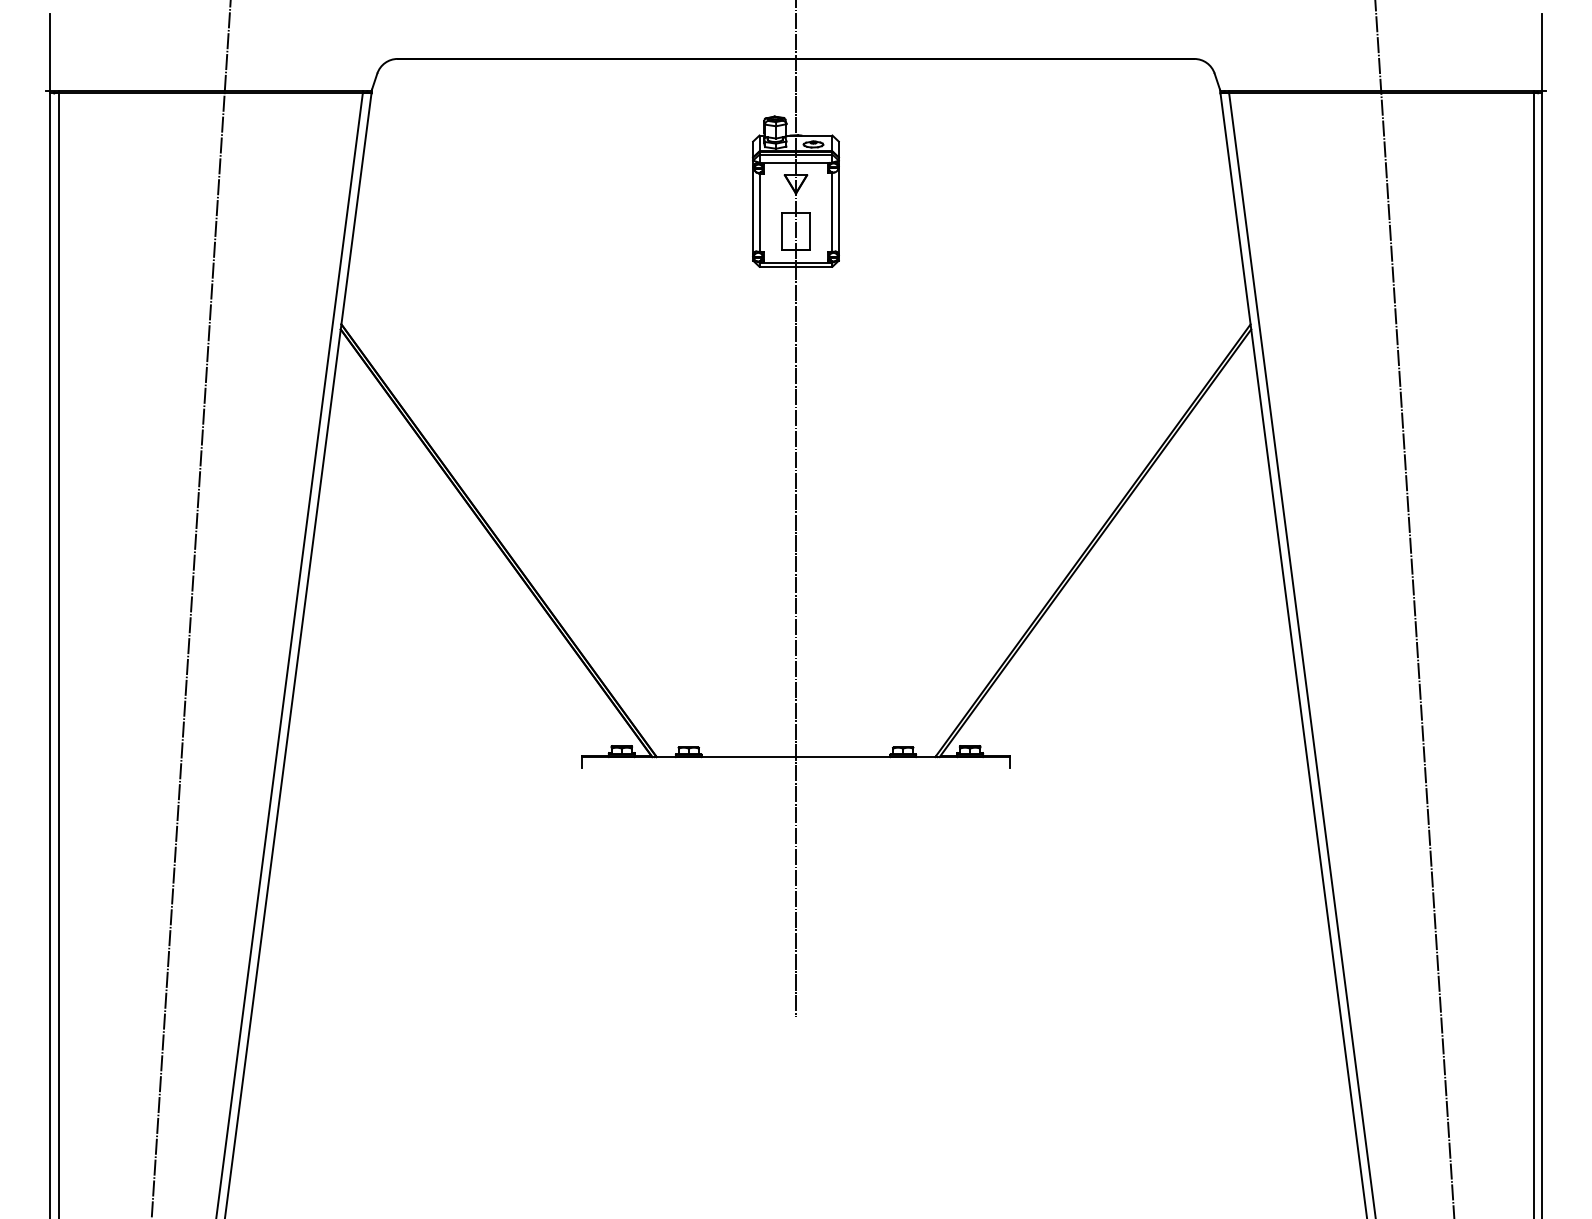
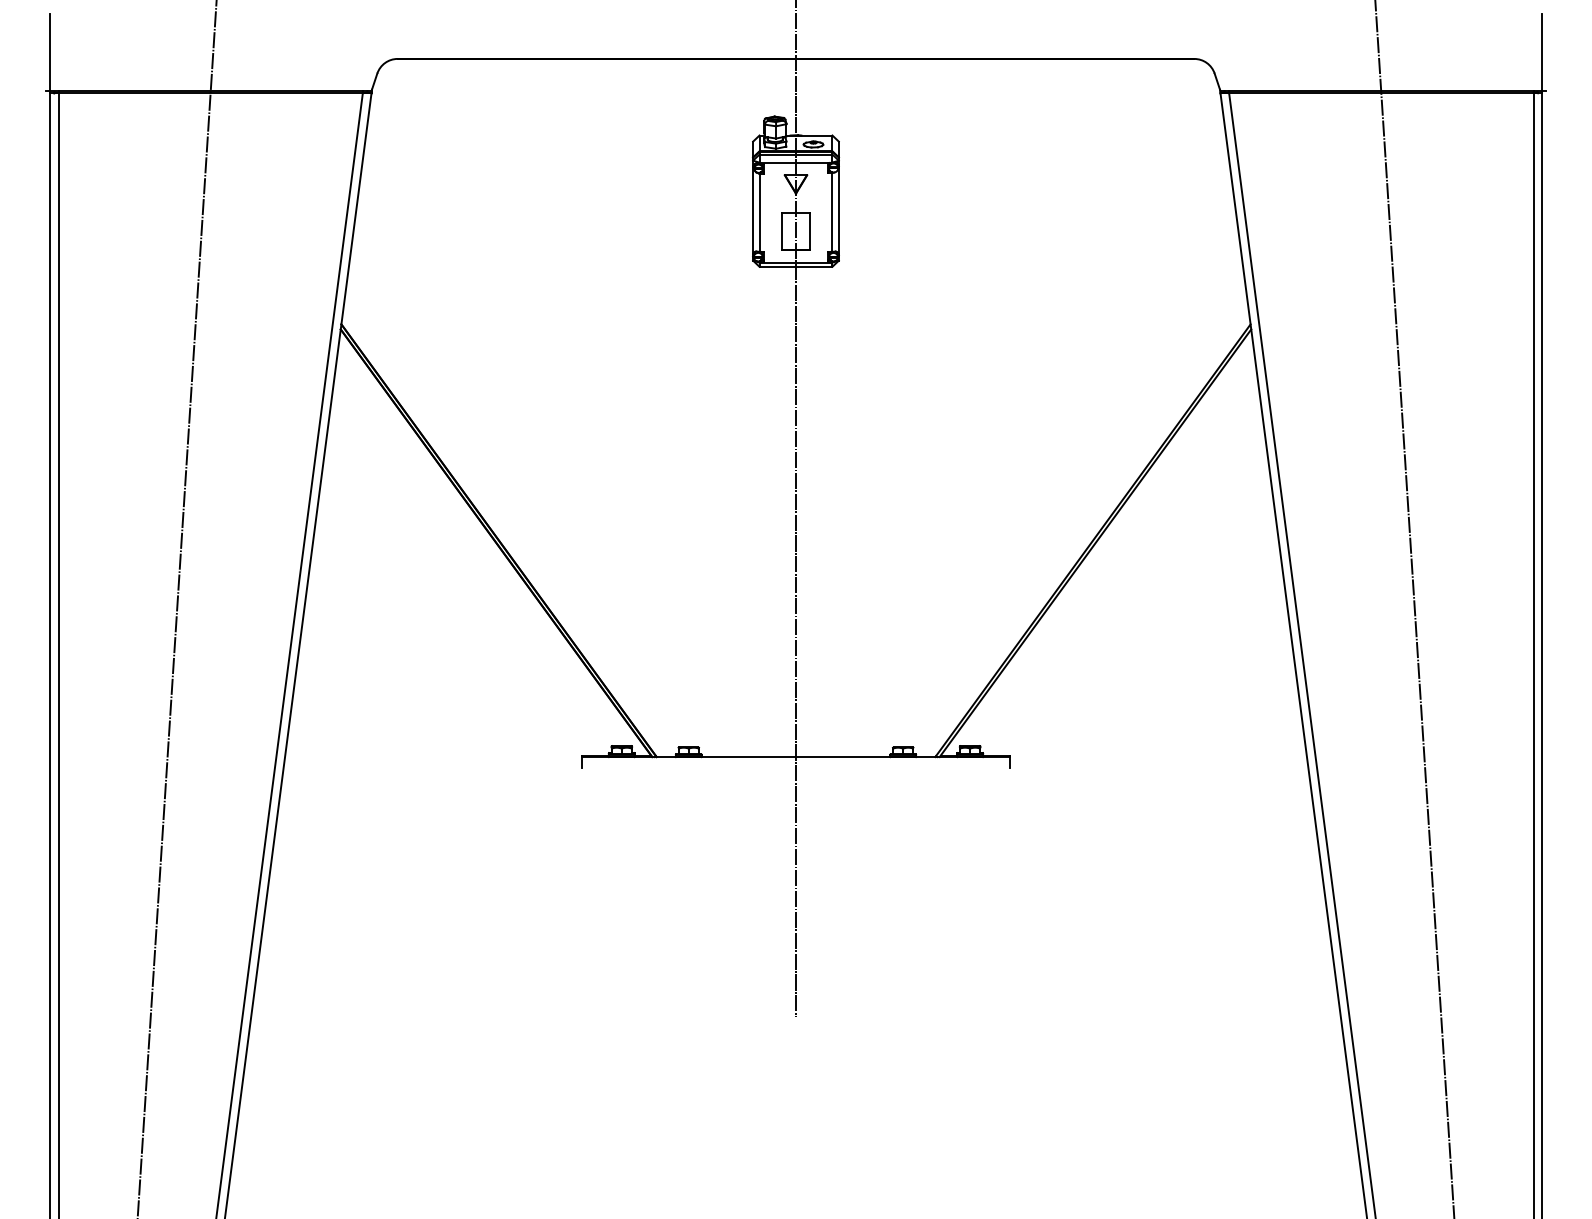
line at (190, 608) position: (190, 608) -> (176, 608)
